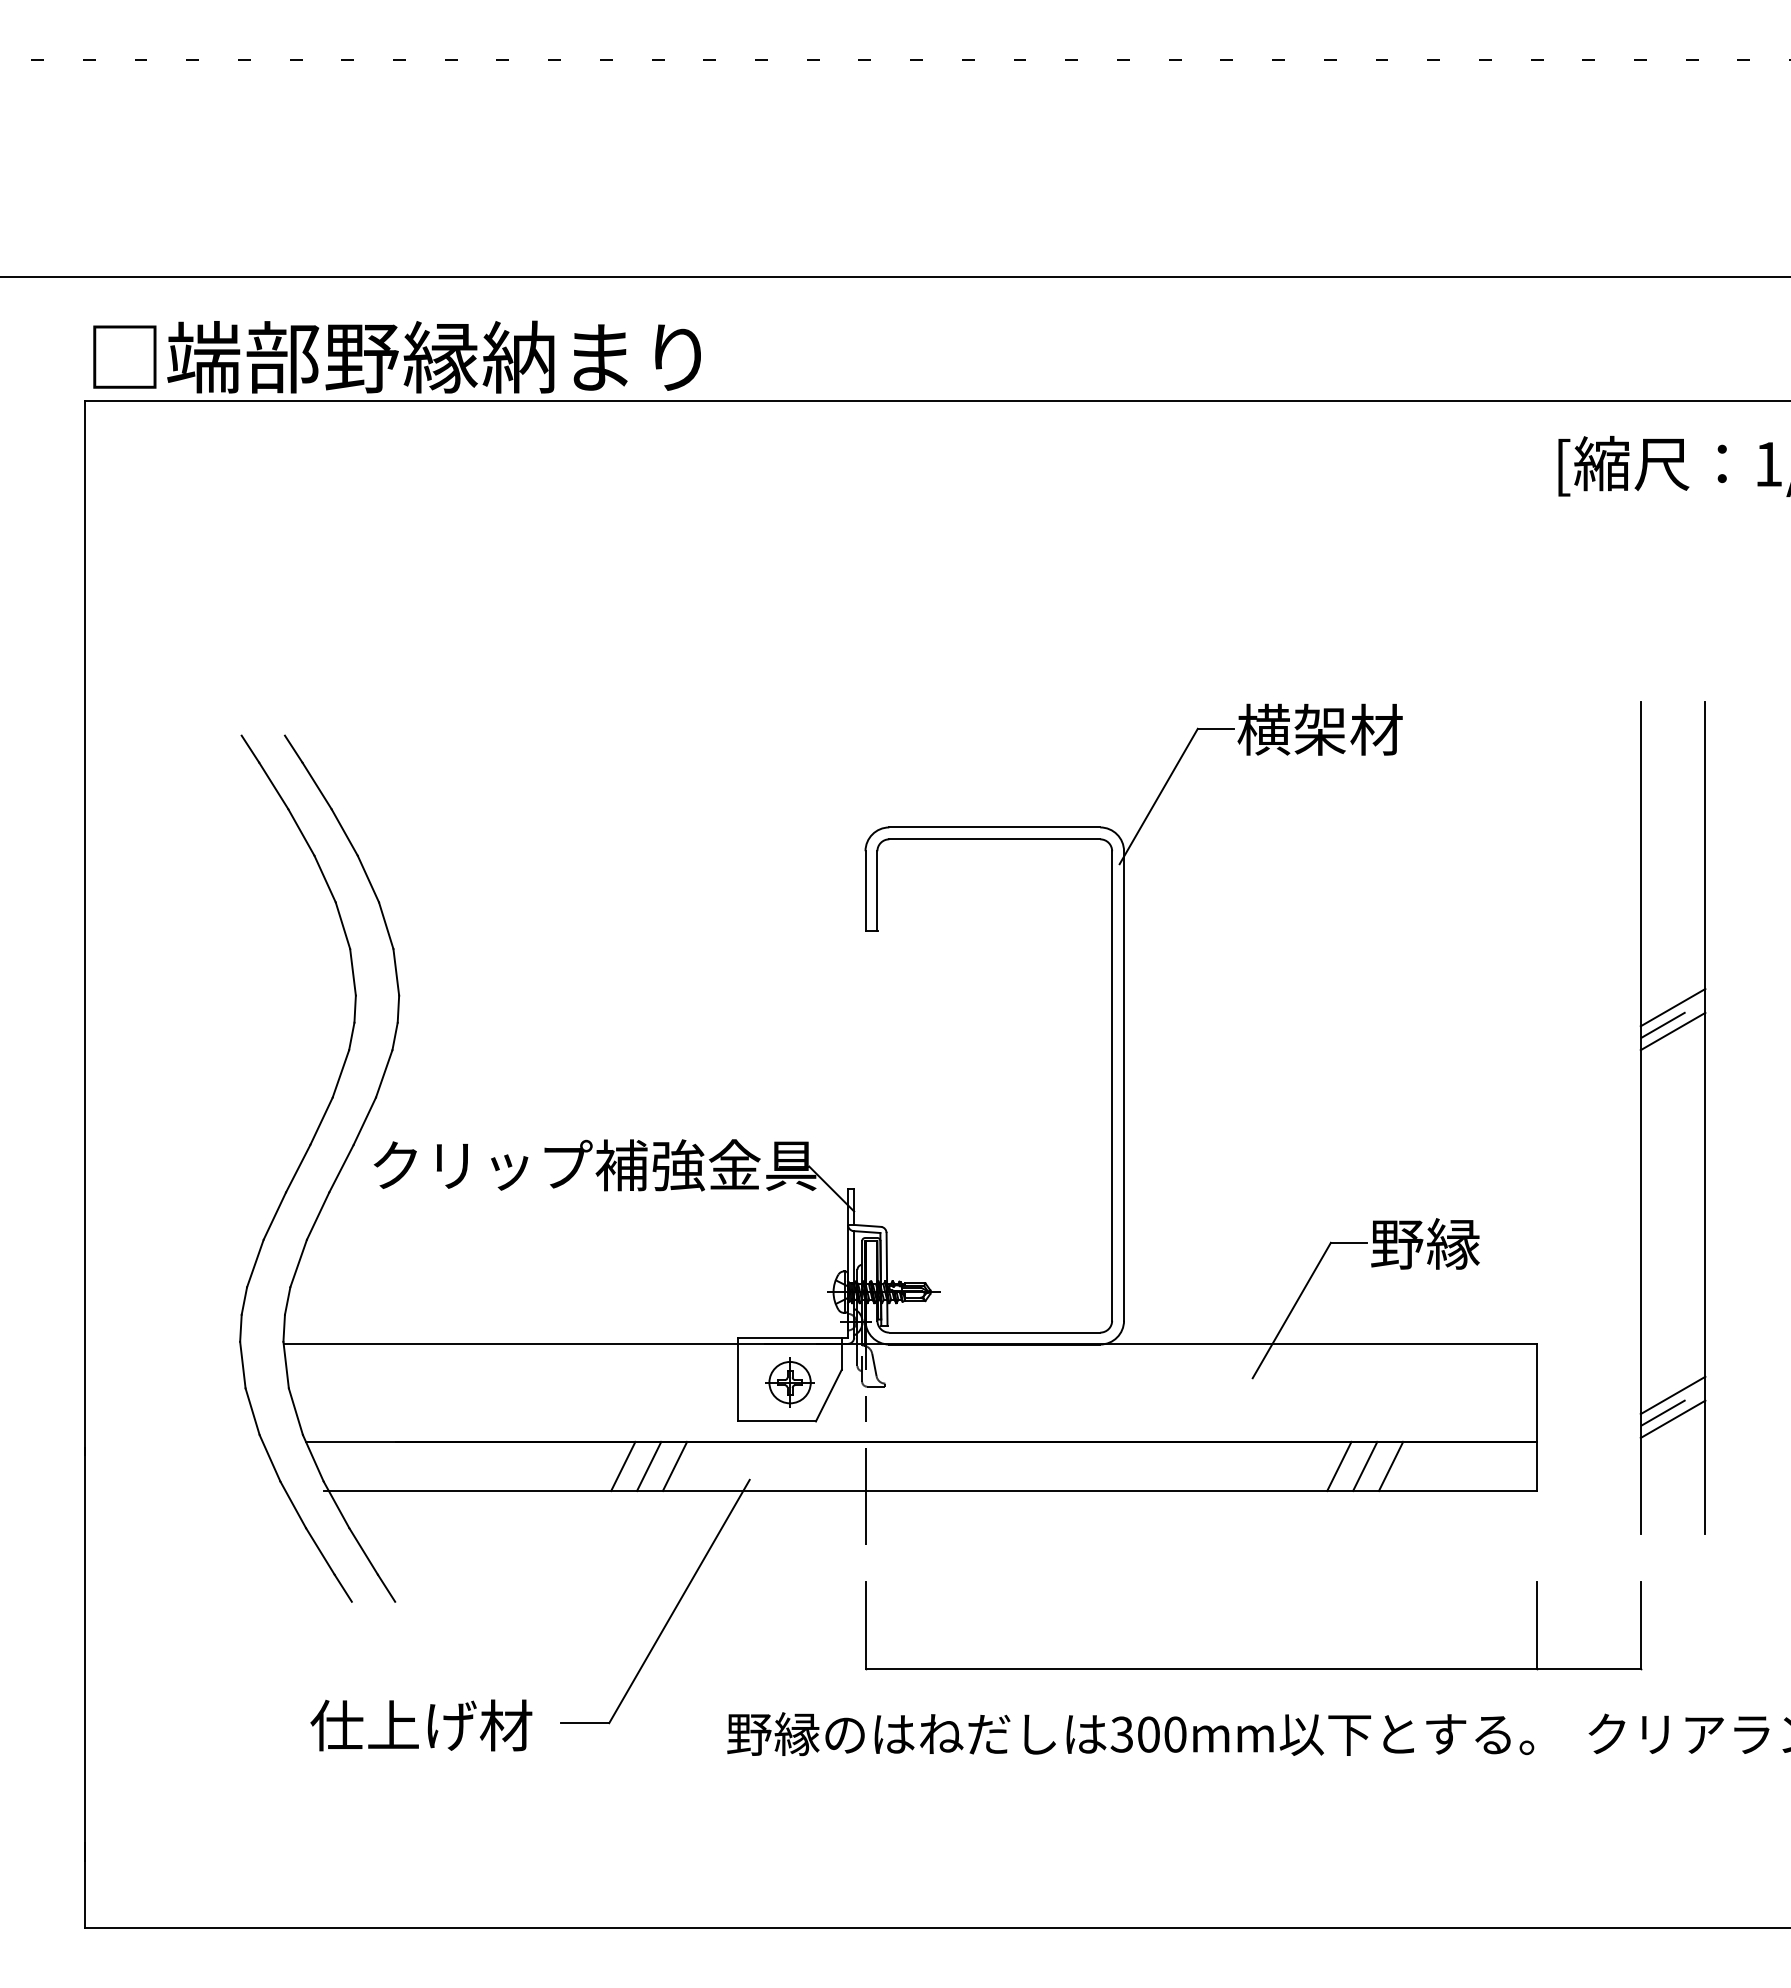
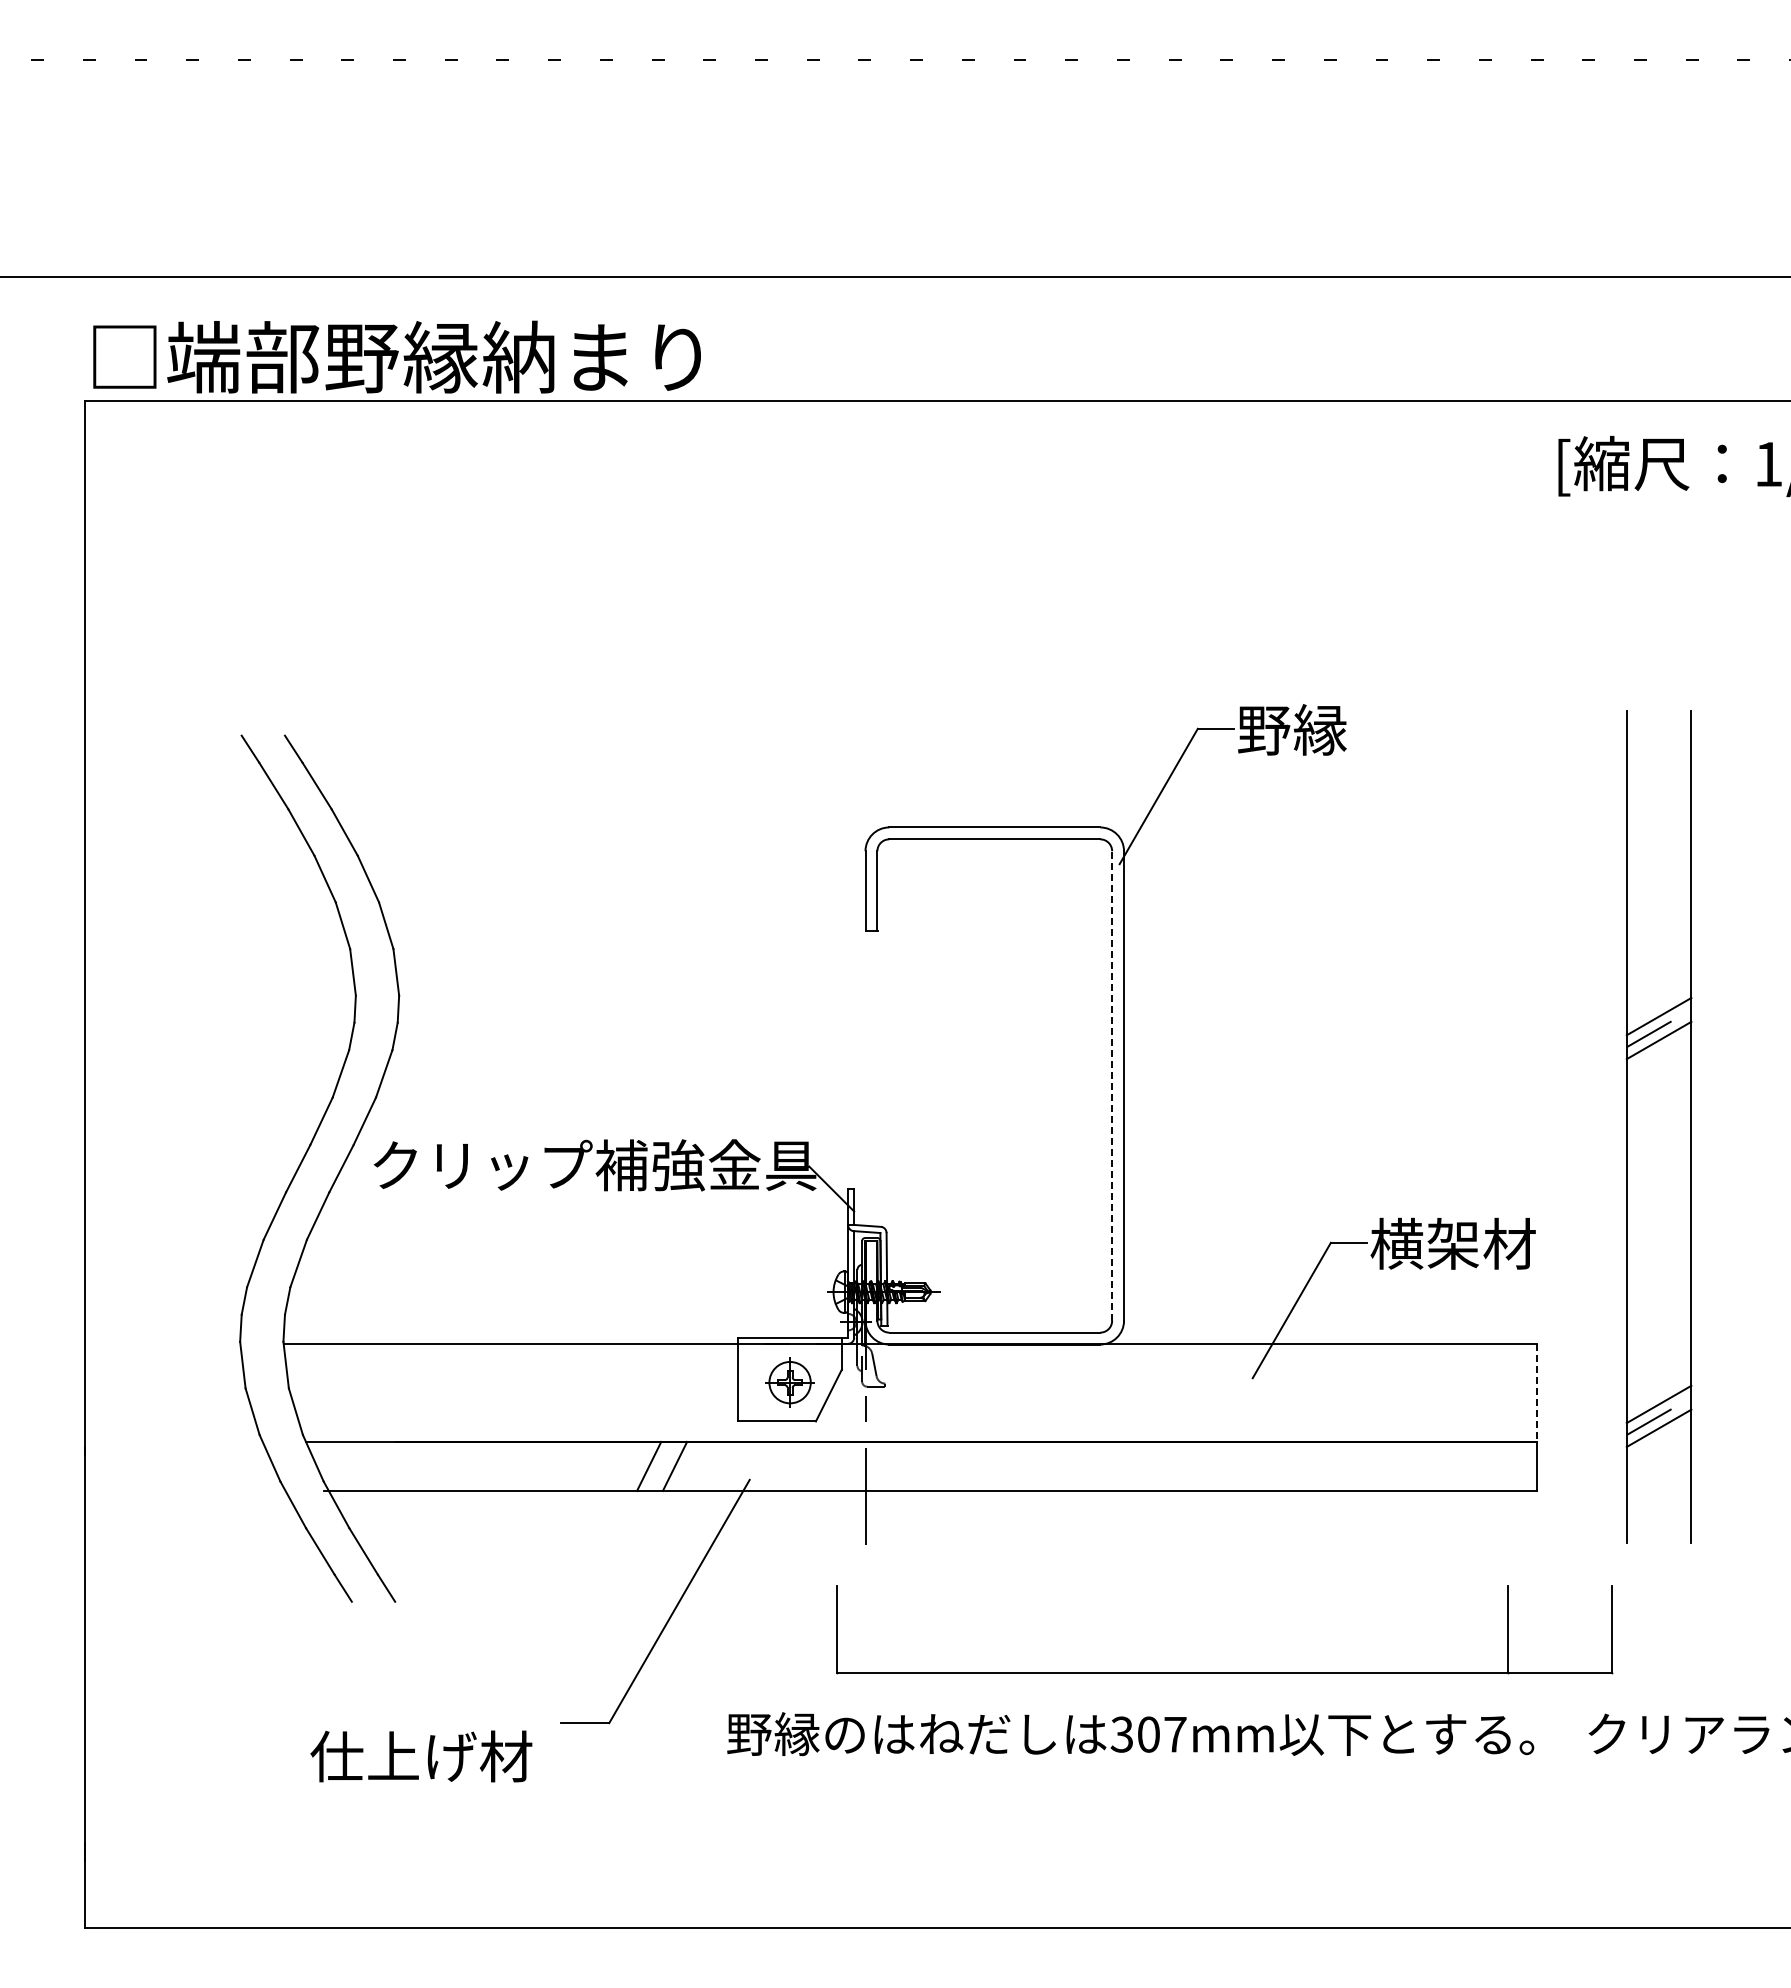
text at (1319, 729): 横架材 -> 野縁
line at (1112, 1086): solid -> dashed
part at (1672, 1117) position: (1672, 1117) -> (1658, 1126)
text at (1452, 1243): 野縁 -> 横架材
line at (1536, 1393): solid -> dashed
line at (623, 1466): present -> none
line at (1339, 1466): present -> none
line at (1365, 1466): present -> none
line at (1390, 1466): present -> none
part at (1253, 1668) position: (1253, 1668) -> (1224, 1672)
text at (421, 1725) position: (421, 1725) -> (421, 1756)
text at (1175, 1734): 300mm -> 307mm
